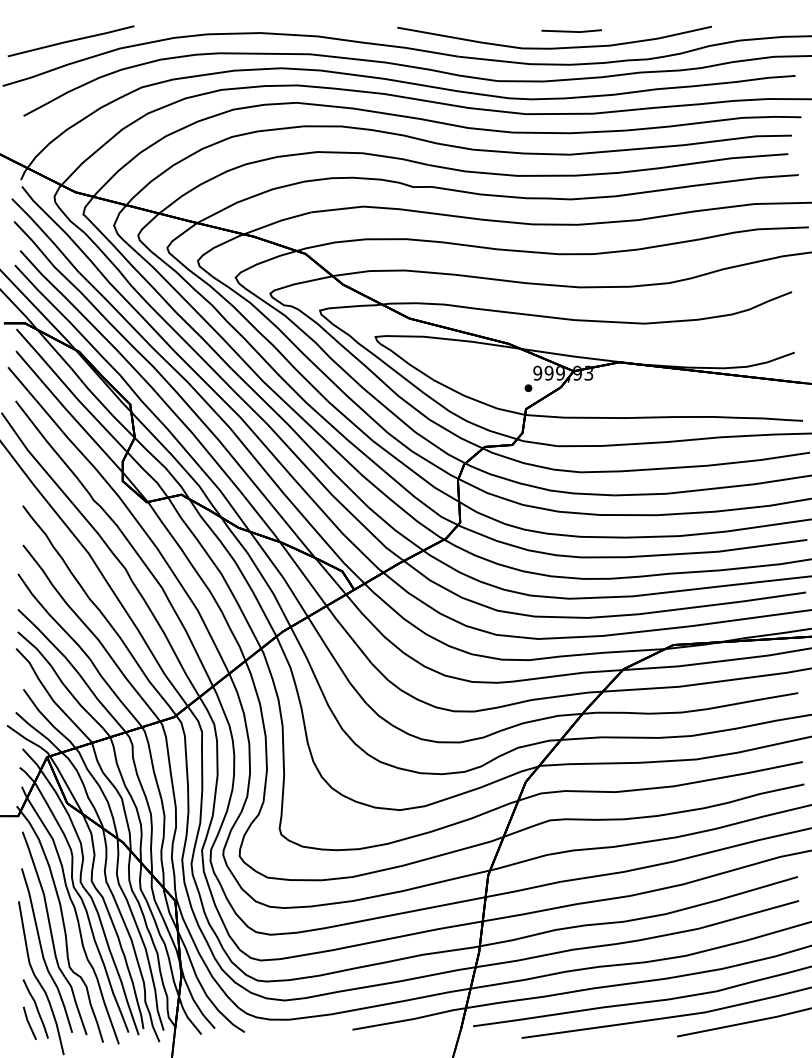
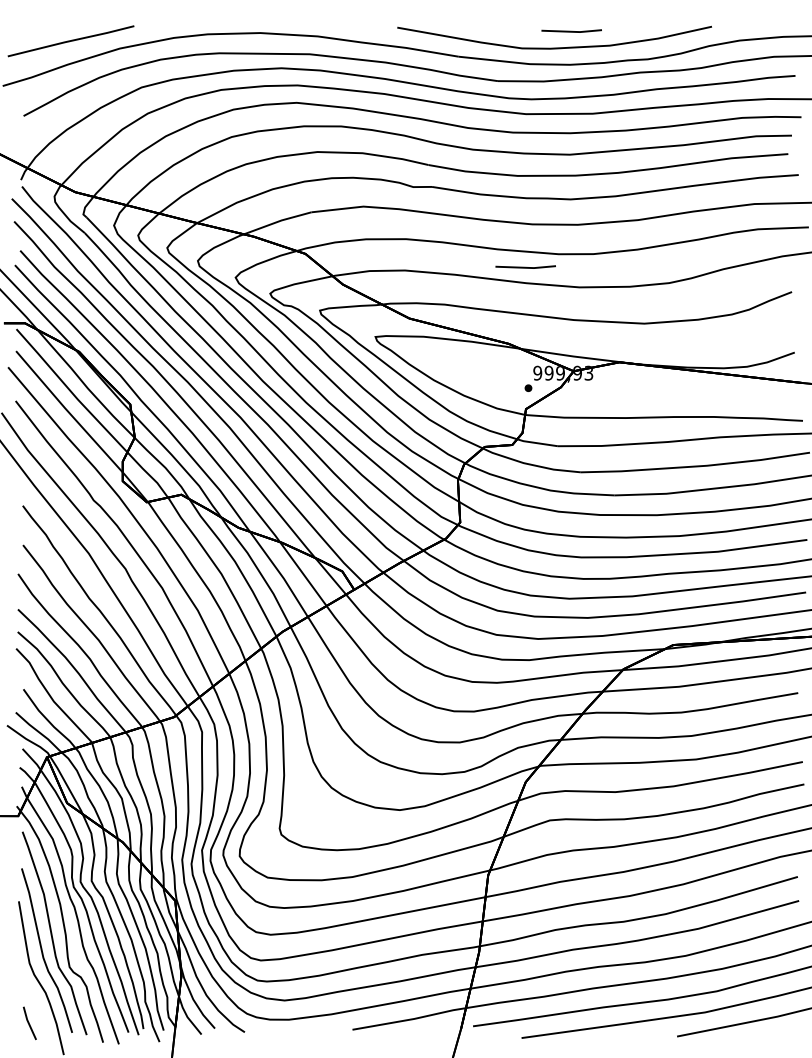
line at (525, 266): none -> present
curve at (35, 1007): present -> none
